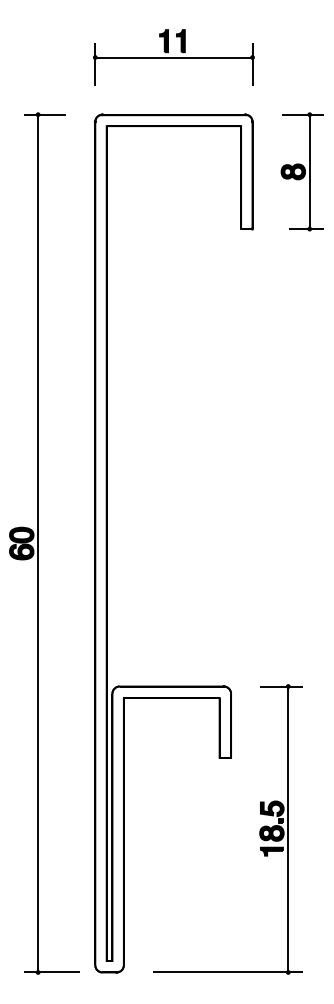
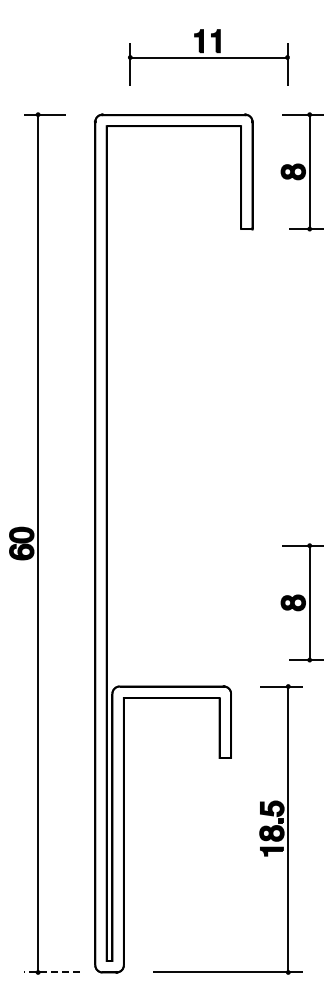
part at (173, 57) position: (173, 57) -> (208, 57)
part at (301, 602): none -> present
line at (51, 972): solid -> dashed
